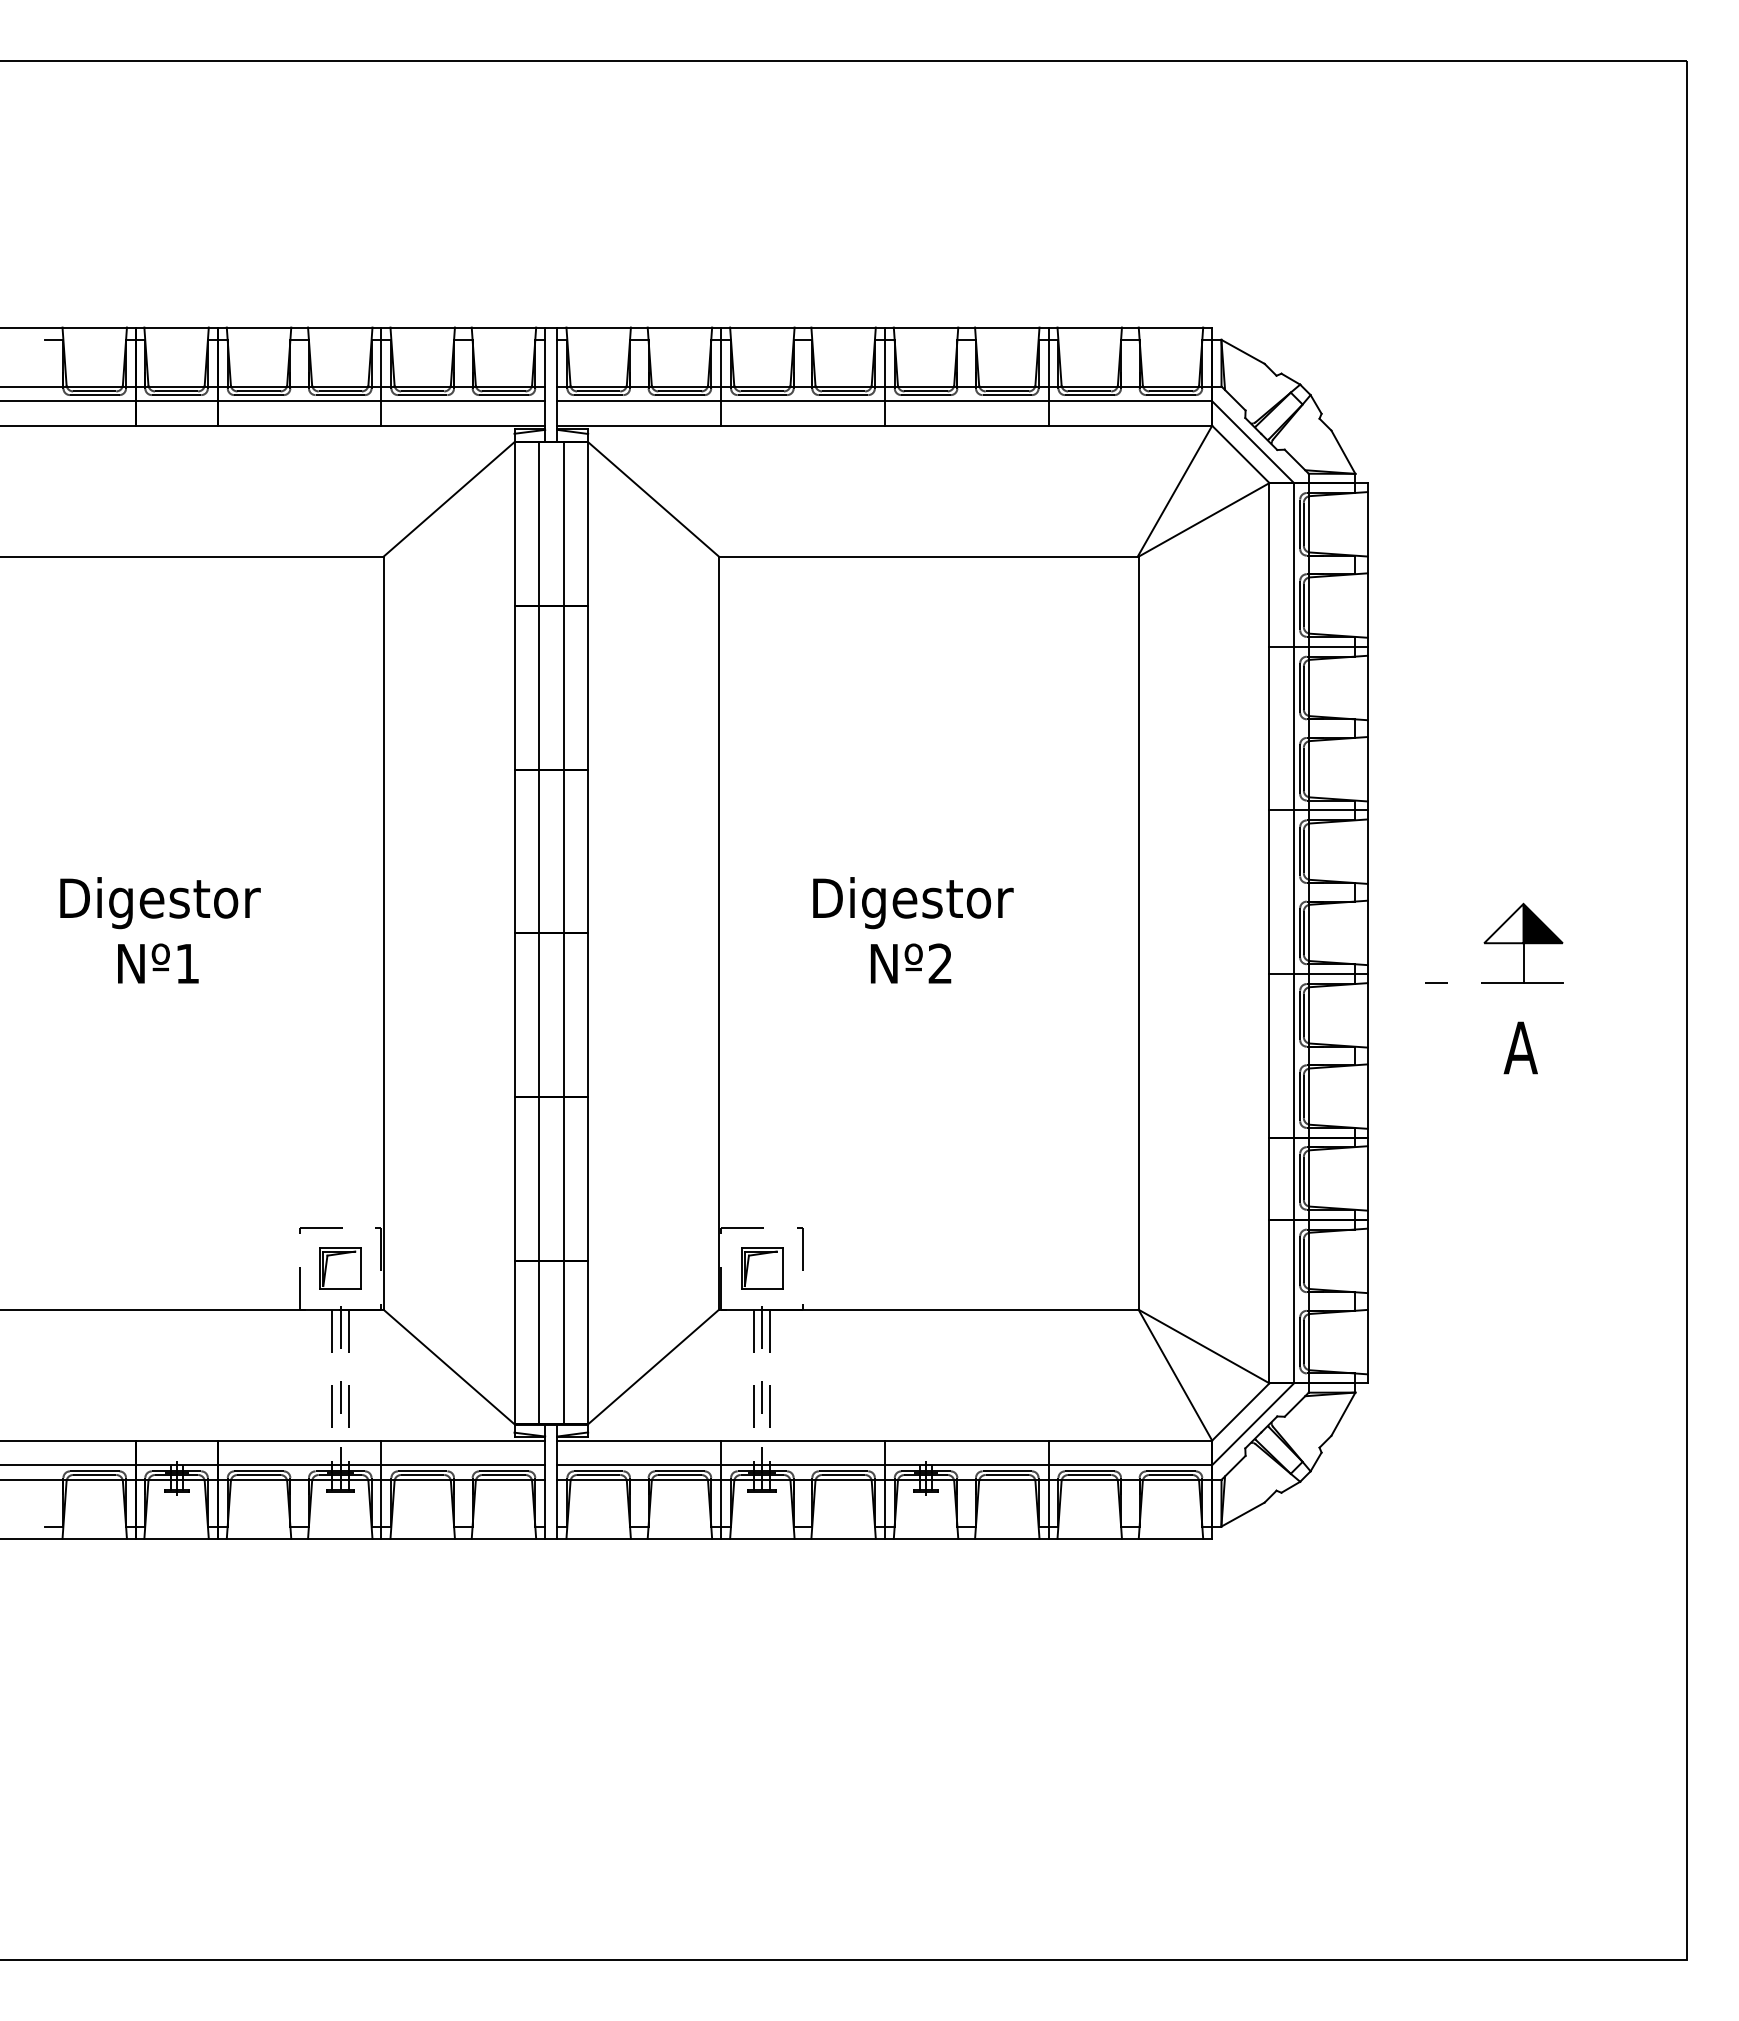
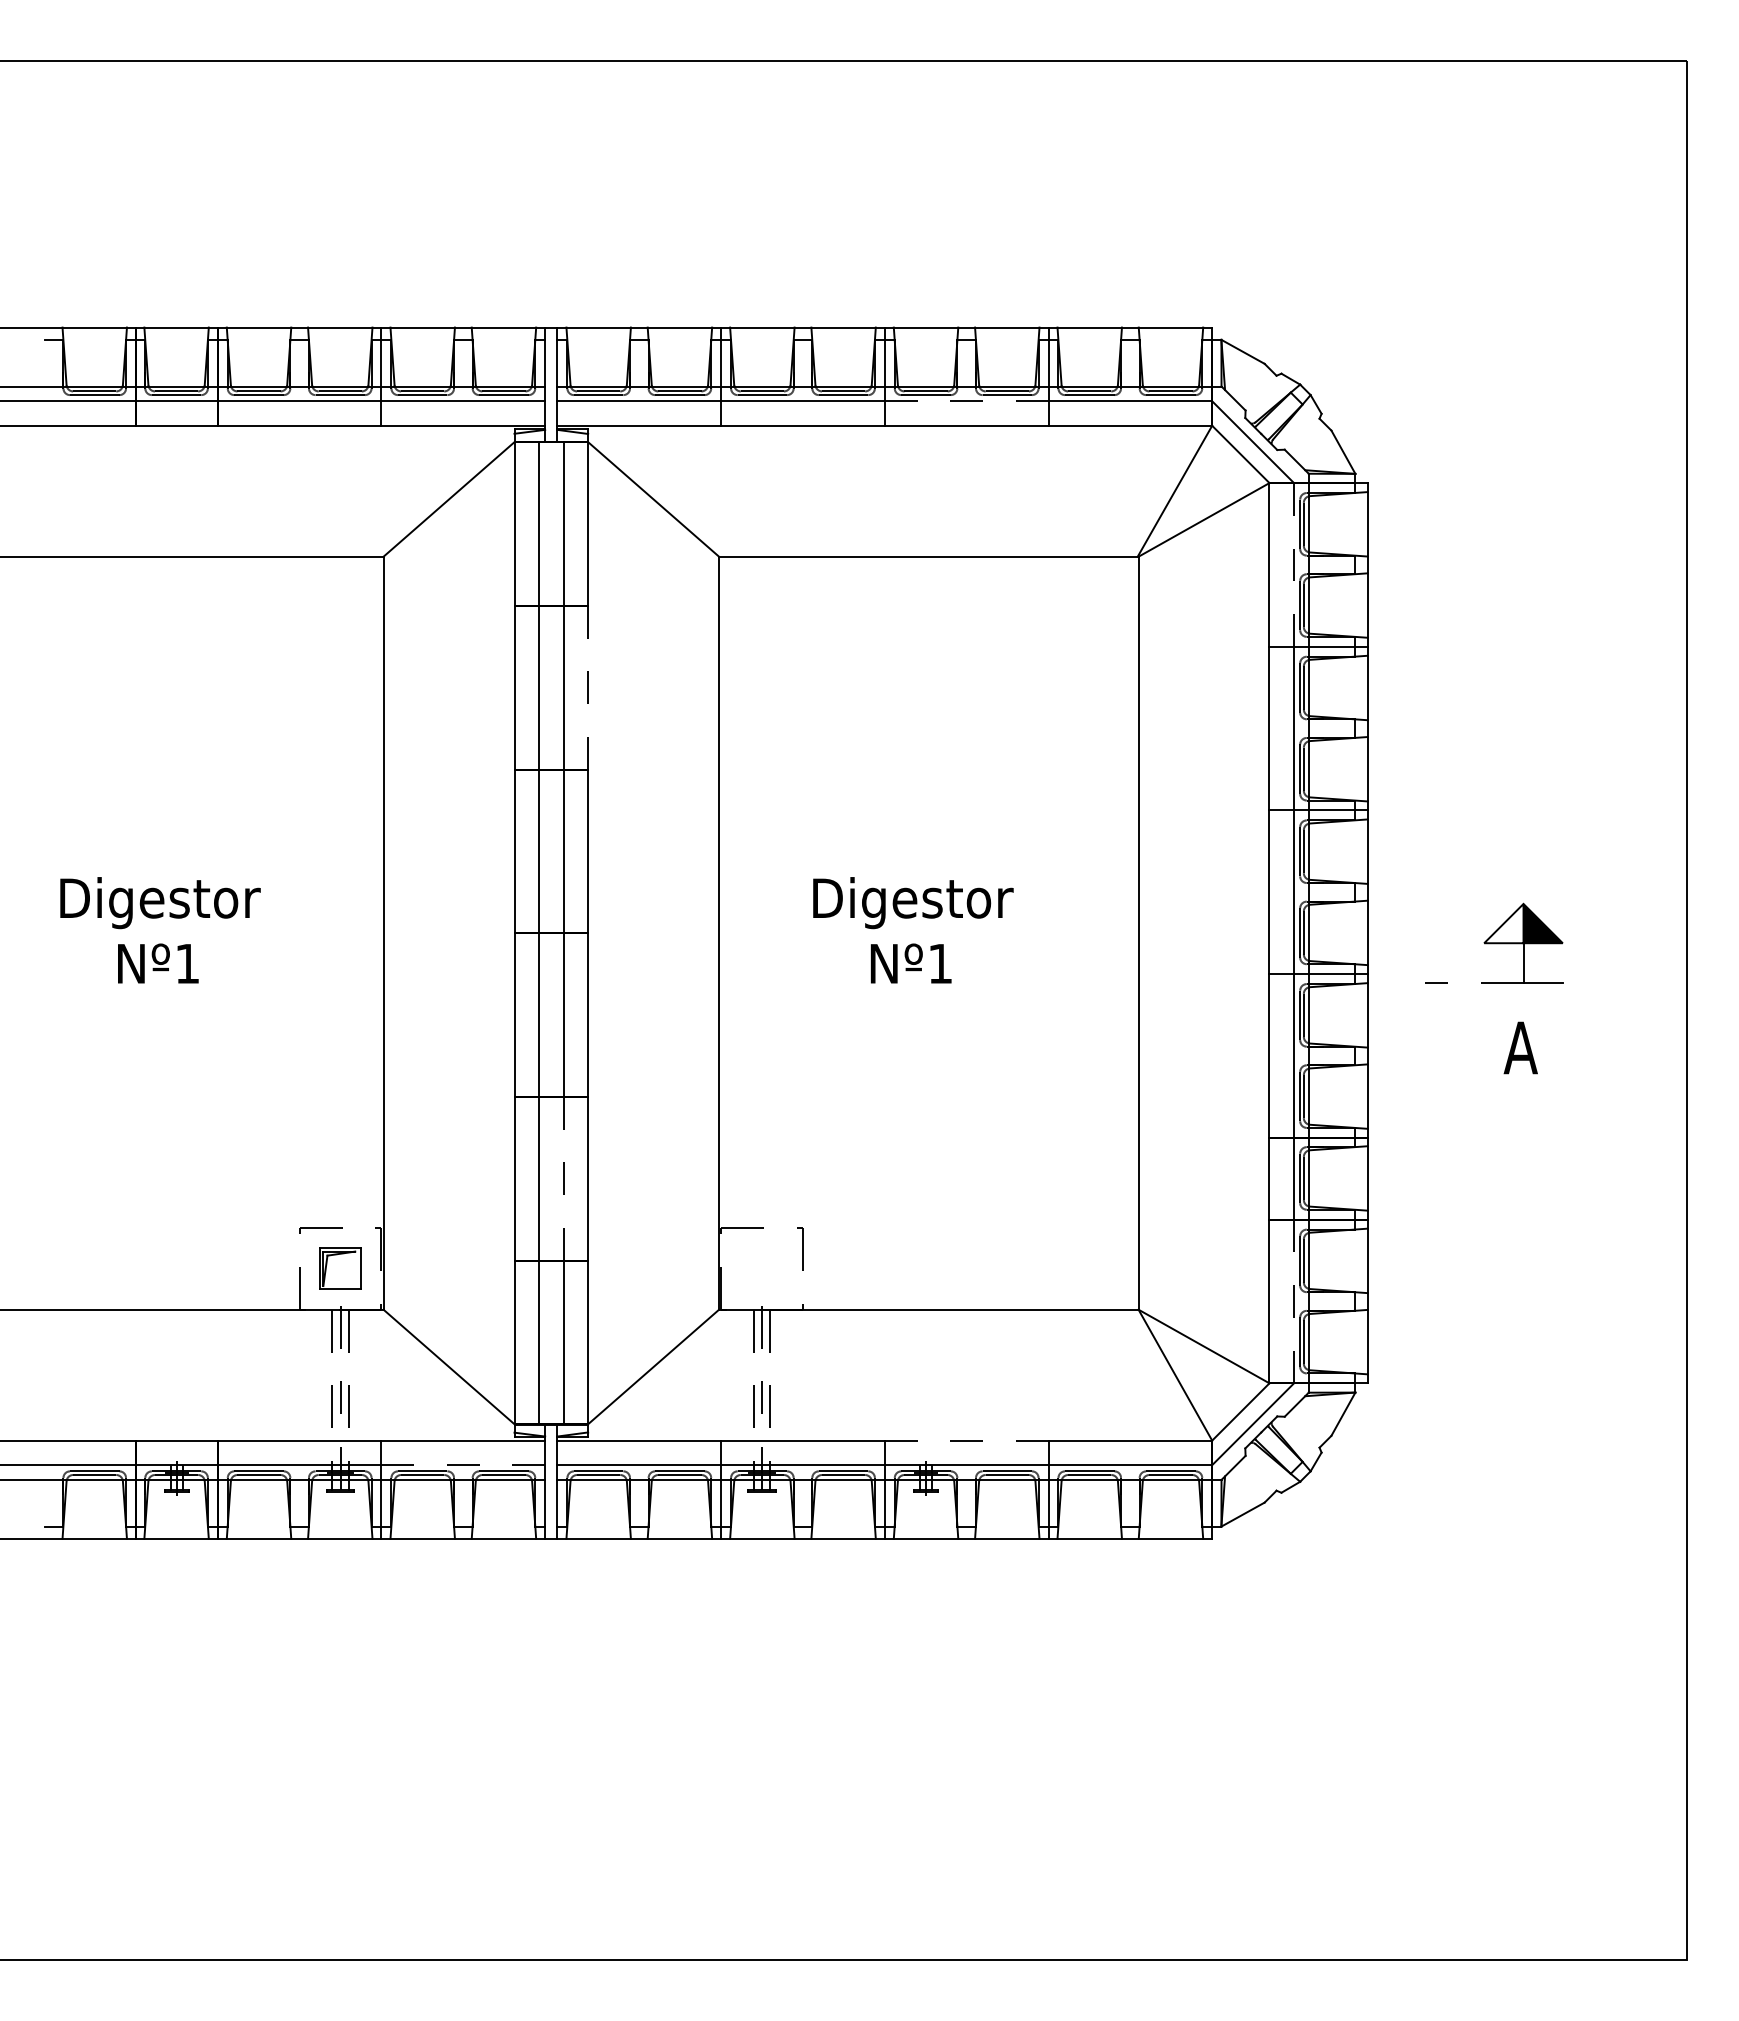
line at (966, 401): solid -> dashed
line at (1294, 564): solid -> dashed
line at (588, 687): solid -> dashed
text at (939, 963): Nº2 -> Nº1
line at (563, 1178): solid -> dashed
part at (762, 1268): present -> none
line at (1294, 1301): solid -> dashed
line at (966, 1440): solid -> dashed
line at (463, 1465): solid -> dashed
